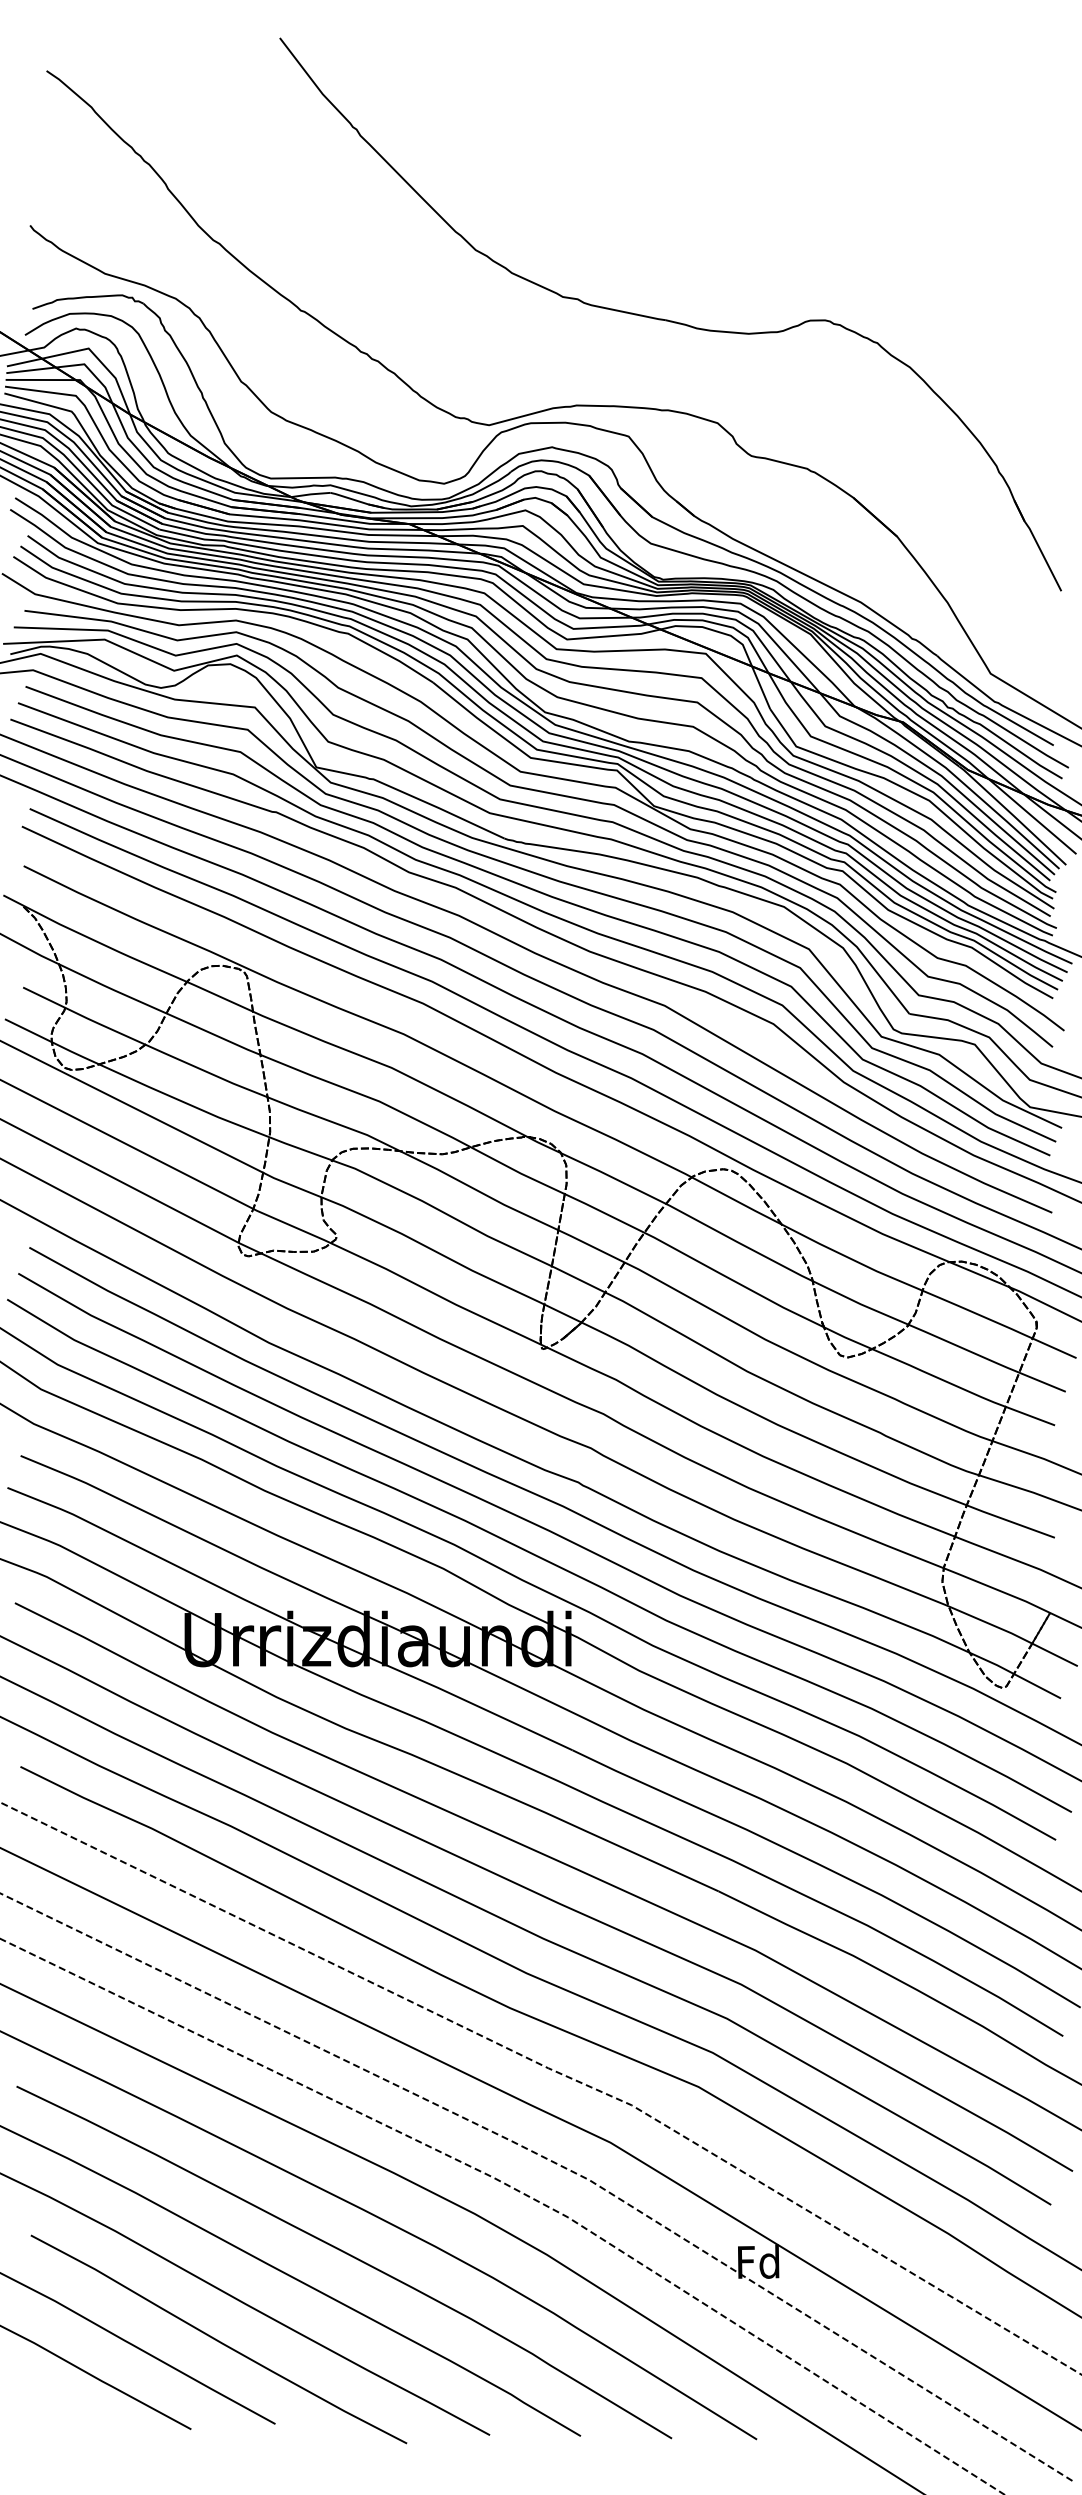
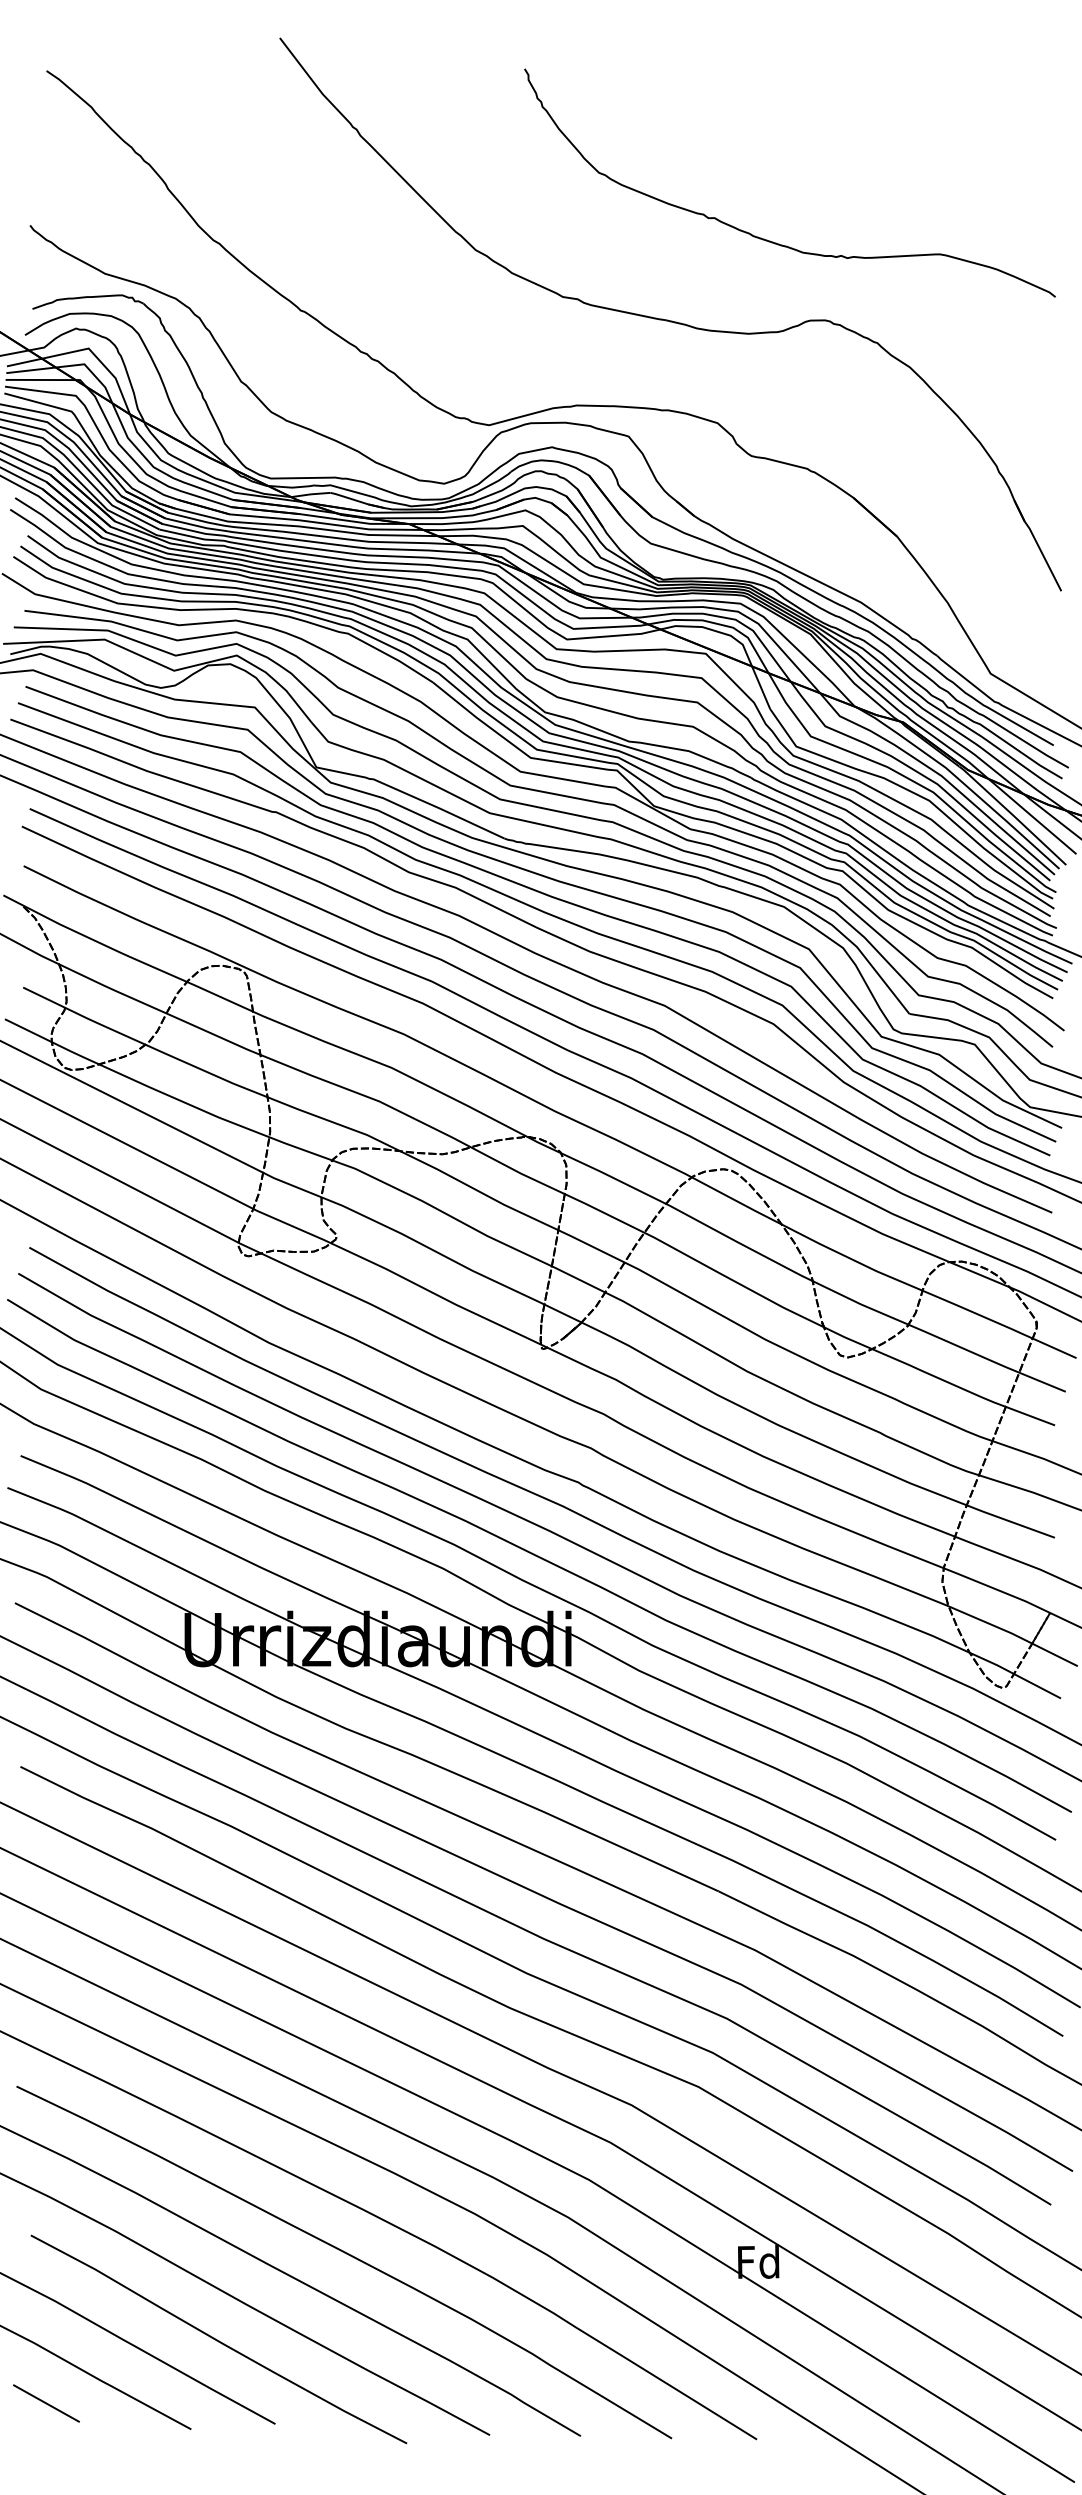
curve at (770, 240): none -> present
line at (551, 2069): dashed -> solid
line at (552, 2161): dashed -> solid
line at (517, 2190): dashed -> solid
line at (46, 2403): none -> present
